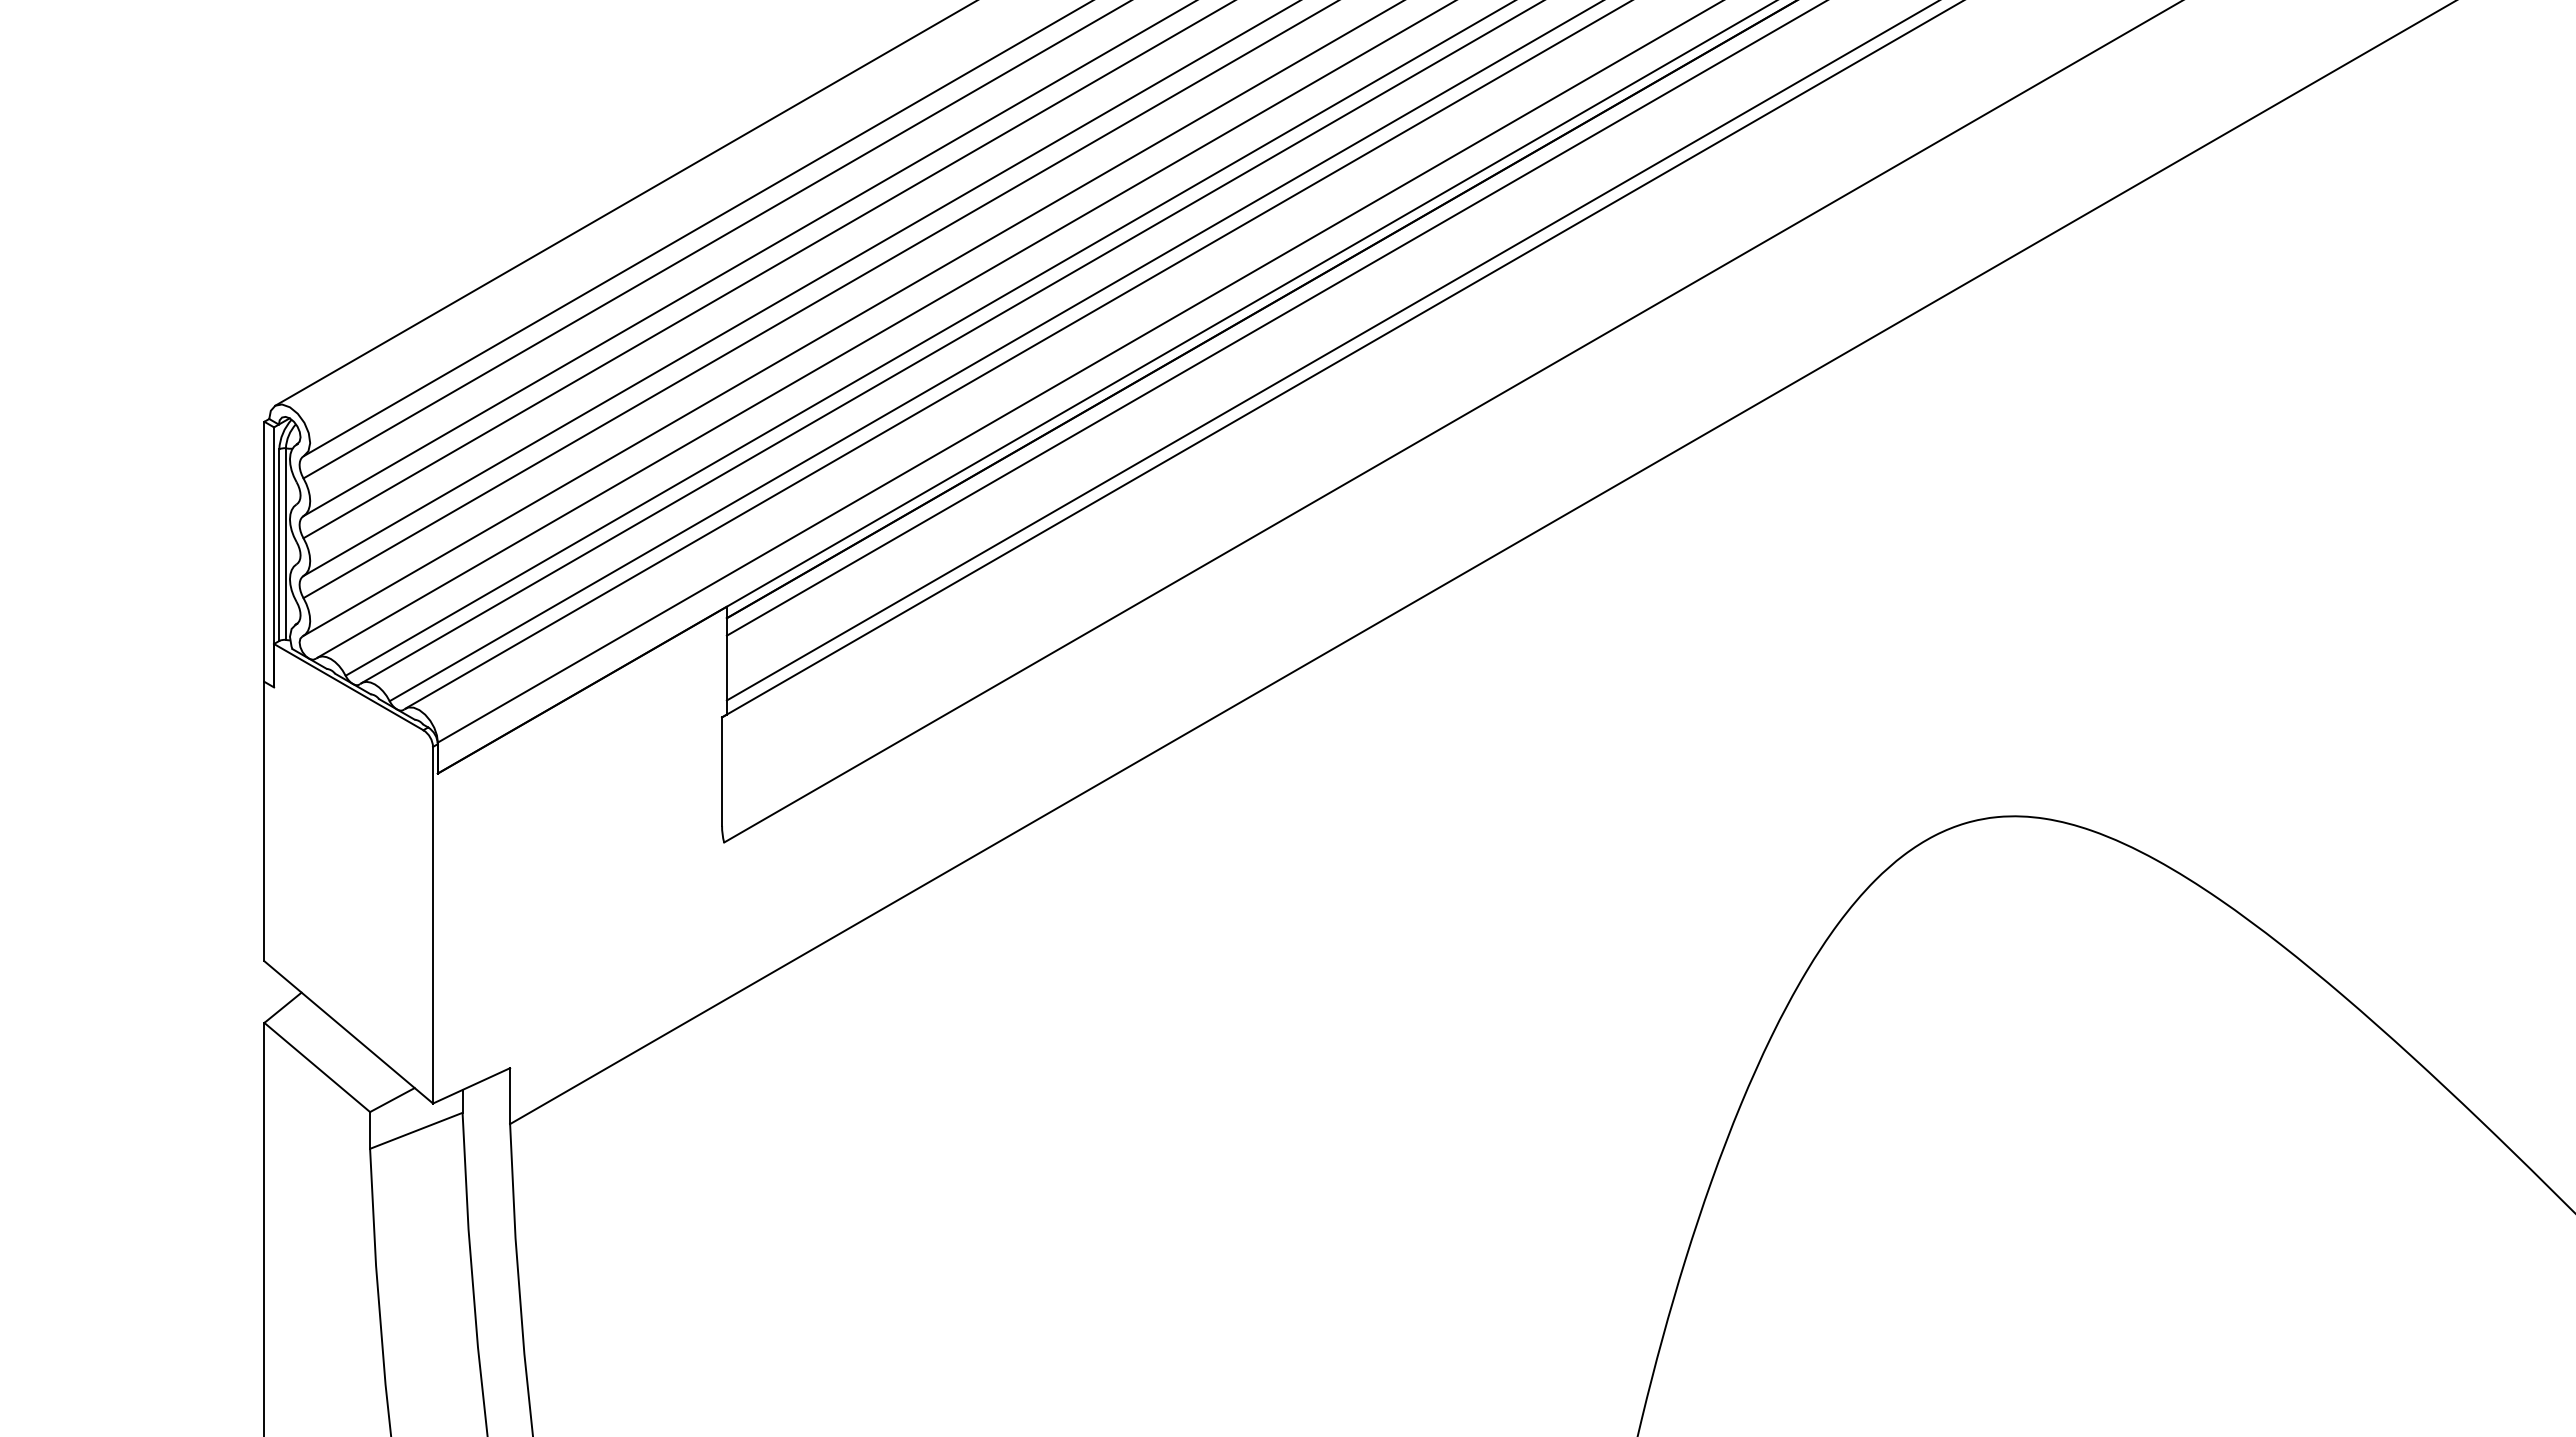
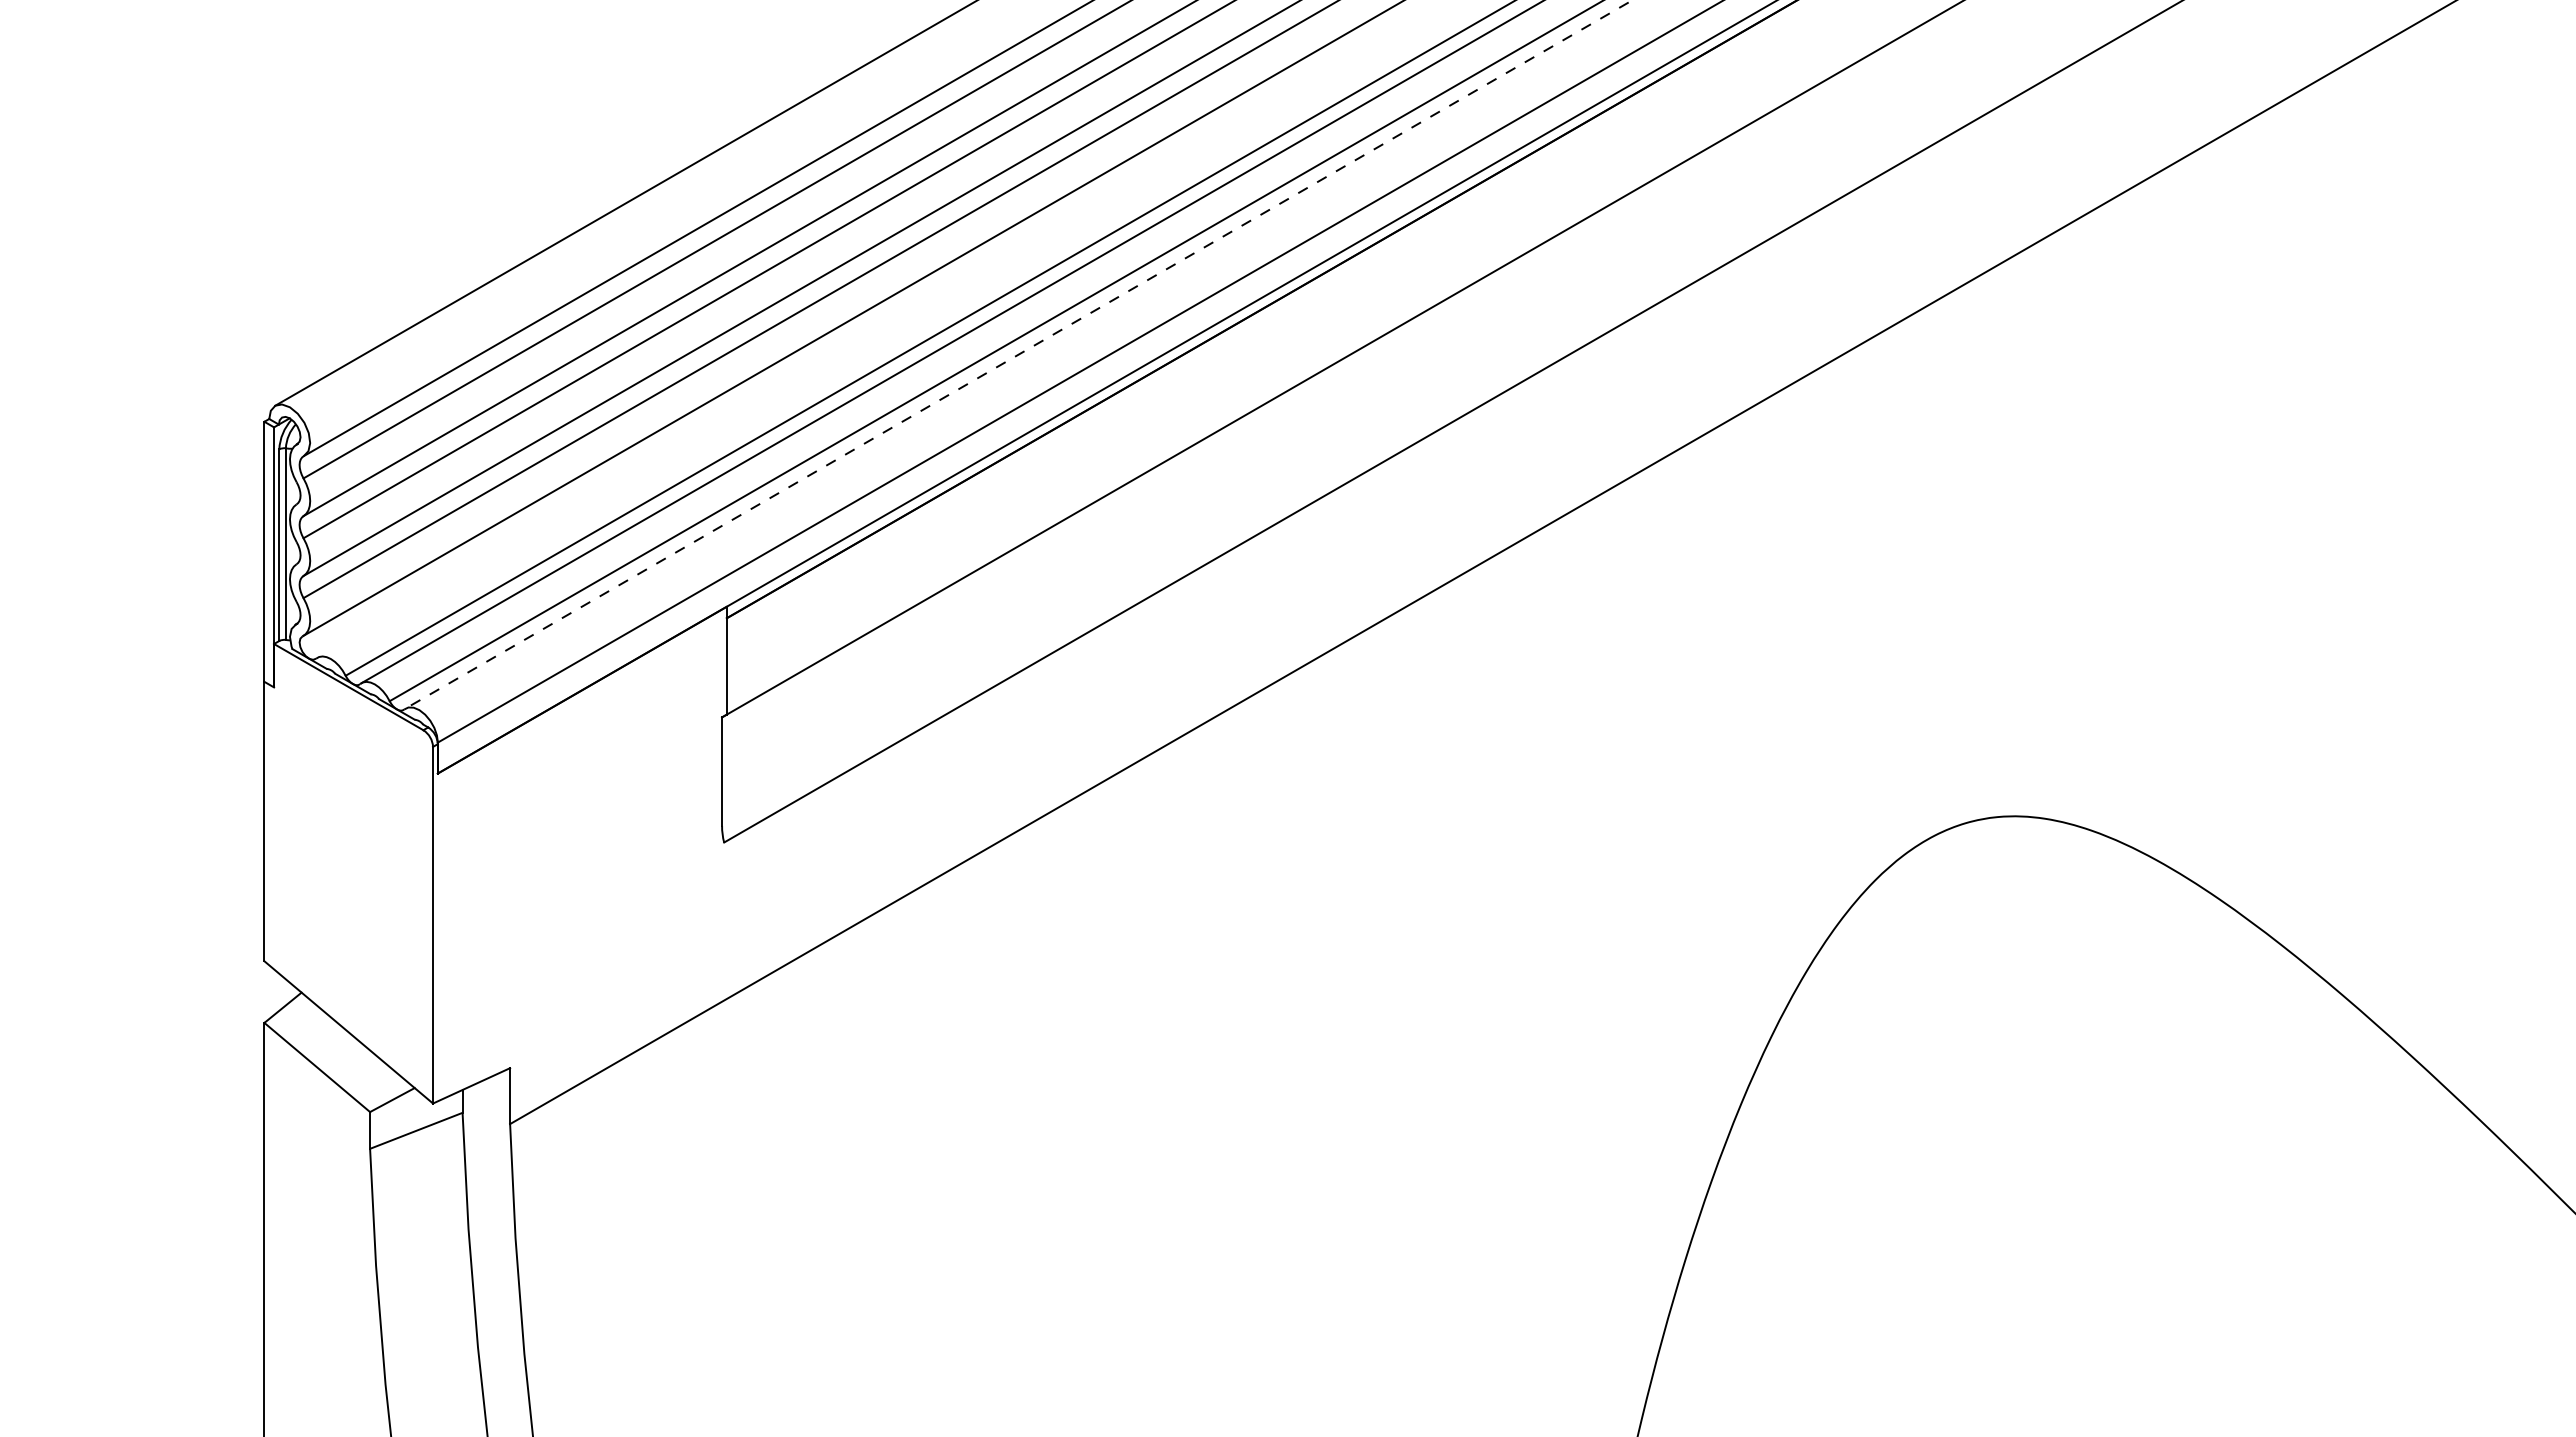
line at (1275, 318): present -> none
line at (885, 329): present -> none
line at (1331, 351): present -> none
line at (1018, 354): solid -> dashed
